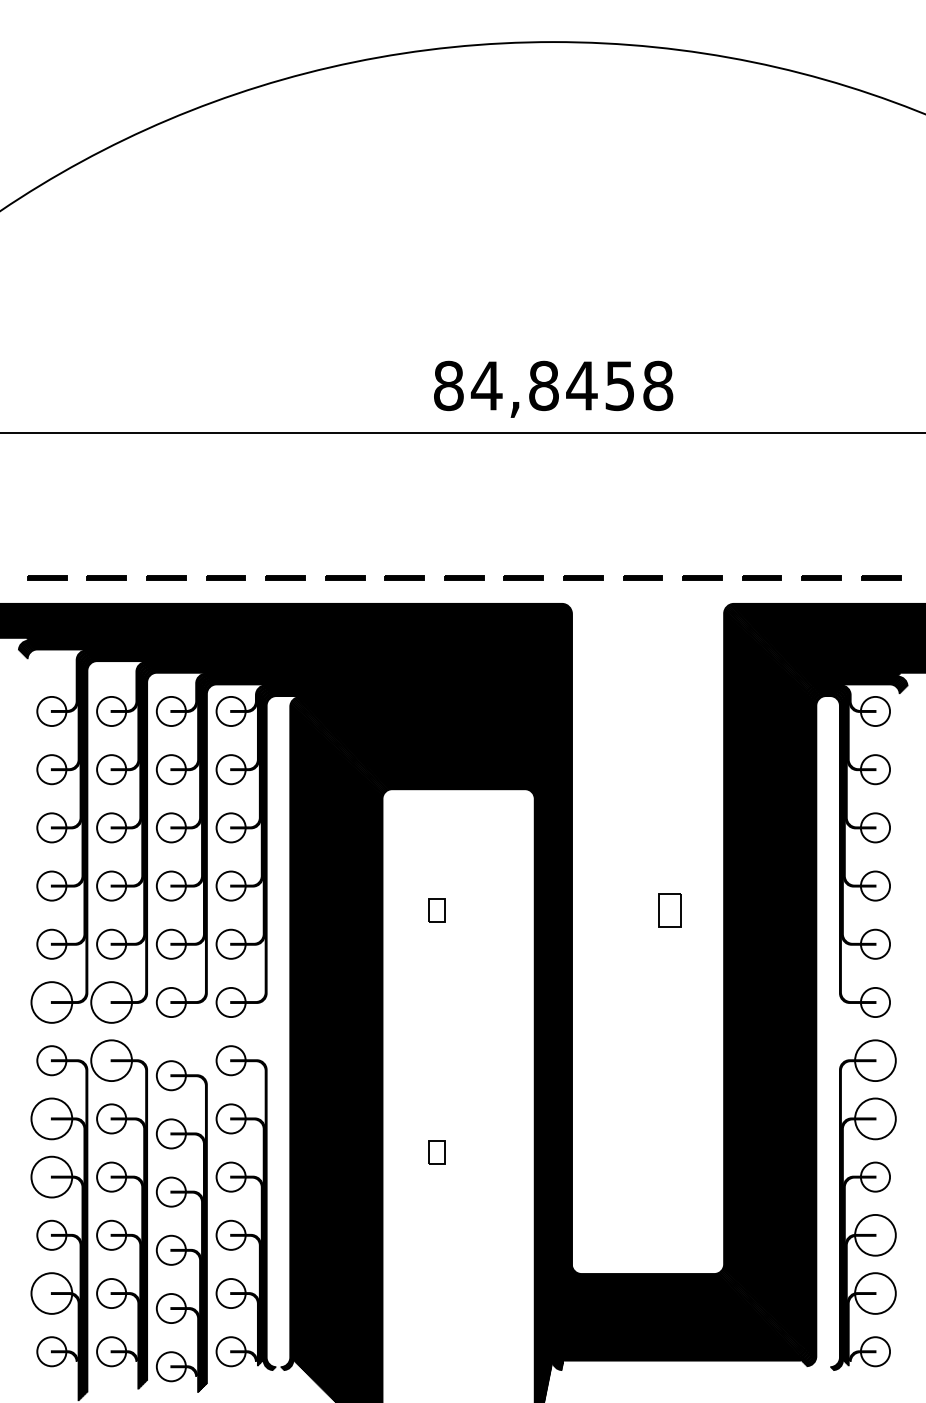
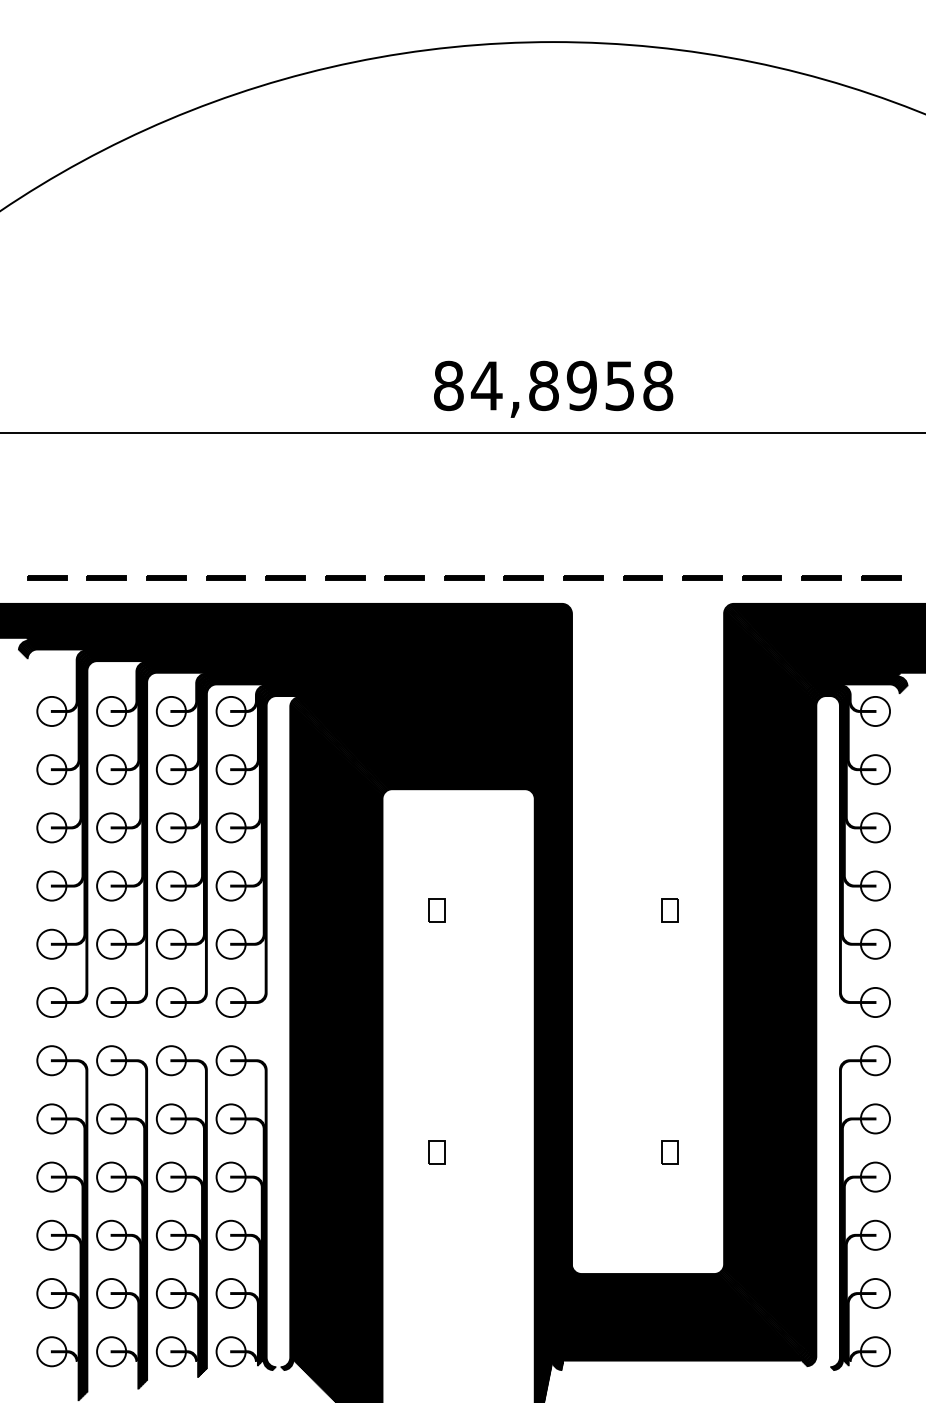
text at (581, 385): 84,8458 -> 84,8958
part at (669, 910) size: 24x35 px -> 18x25 px
circle at (51, 1002) diameter: 41 px -> 29 px
circle at (111, 1002) diameter: 41 px -> 29 px
circle at (111, 1060) diameter: 41 px -> 29 px
circle at (875, 1060) diameter: 41 px -> 29 px
circle at (51, 1118) diameter: 41 px -> 29 px
circle at (875, 1118) diameter: 41 px -> 29 px
part at (669, 1152): none -> present
circle at (51, 1176) diameter: 41 px -> 29 px
circle at (875, 1234) diameter: 41 px -> 29 px
part at (176, 1235) position: (176, 1235) -> (176, 1220)
circle at (51, 1293) diameter: 41 px -> 29 px
circle at (875, 1293) diameter: 41 px -> 29 px
